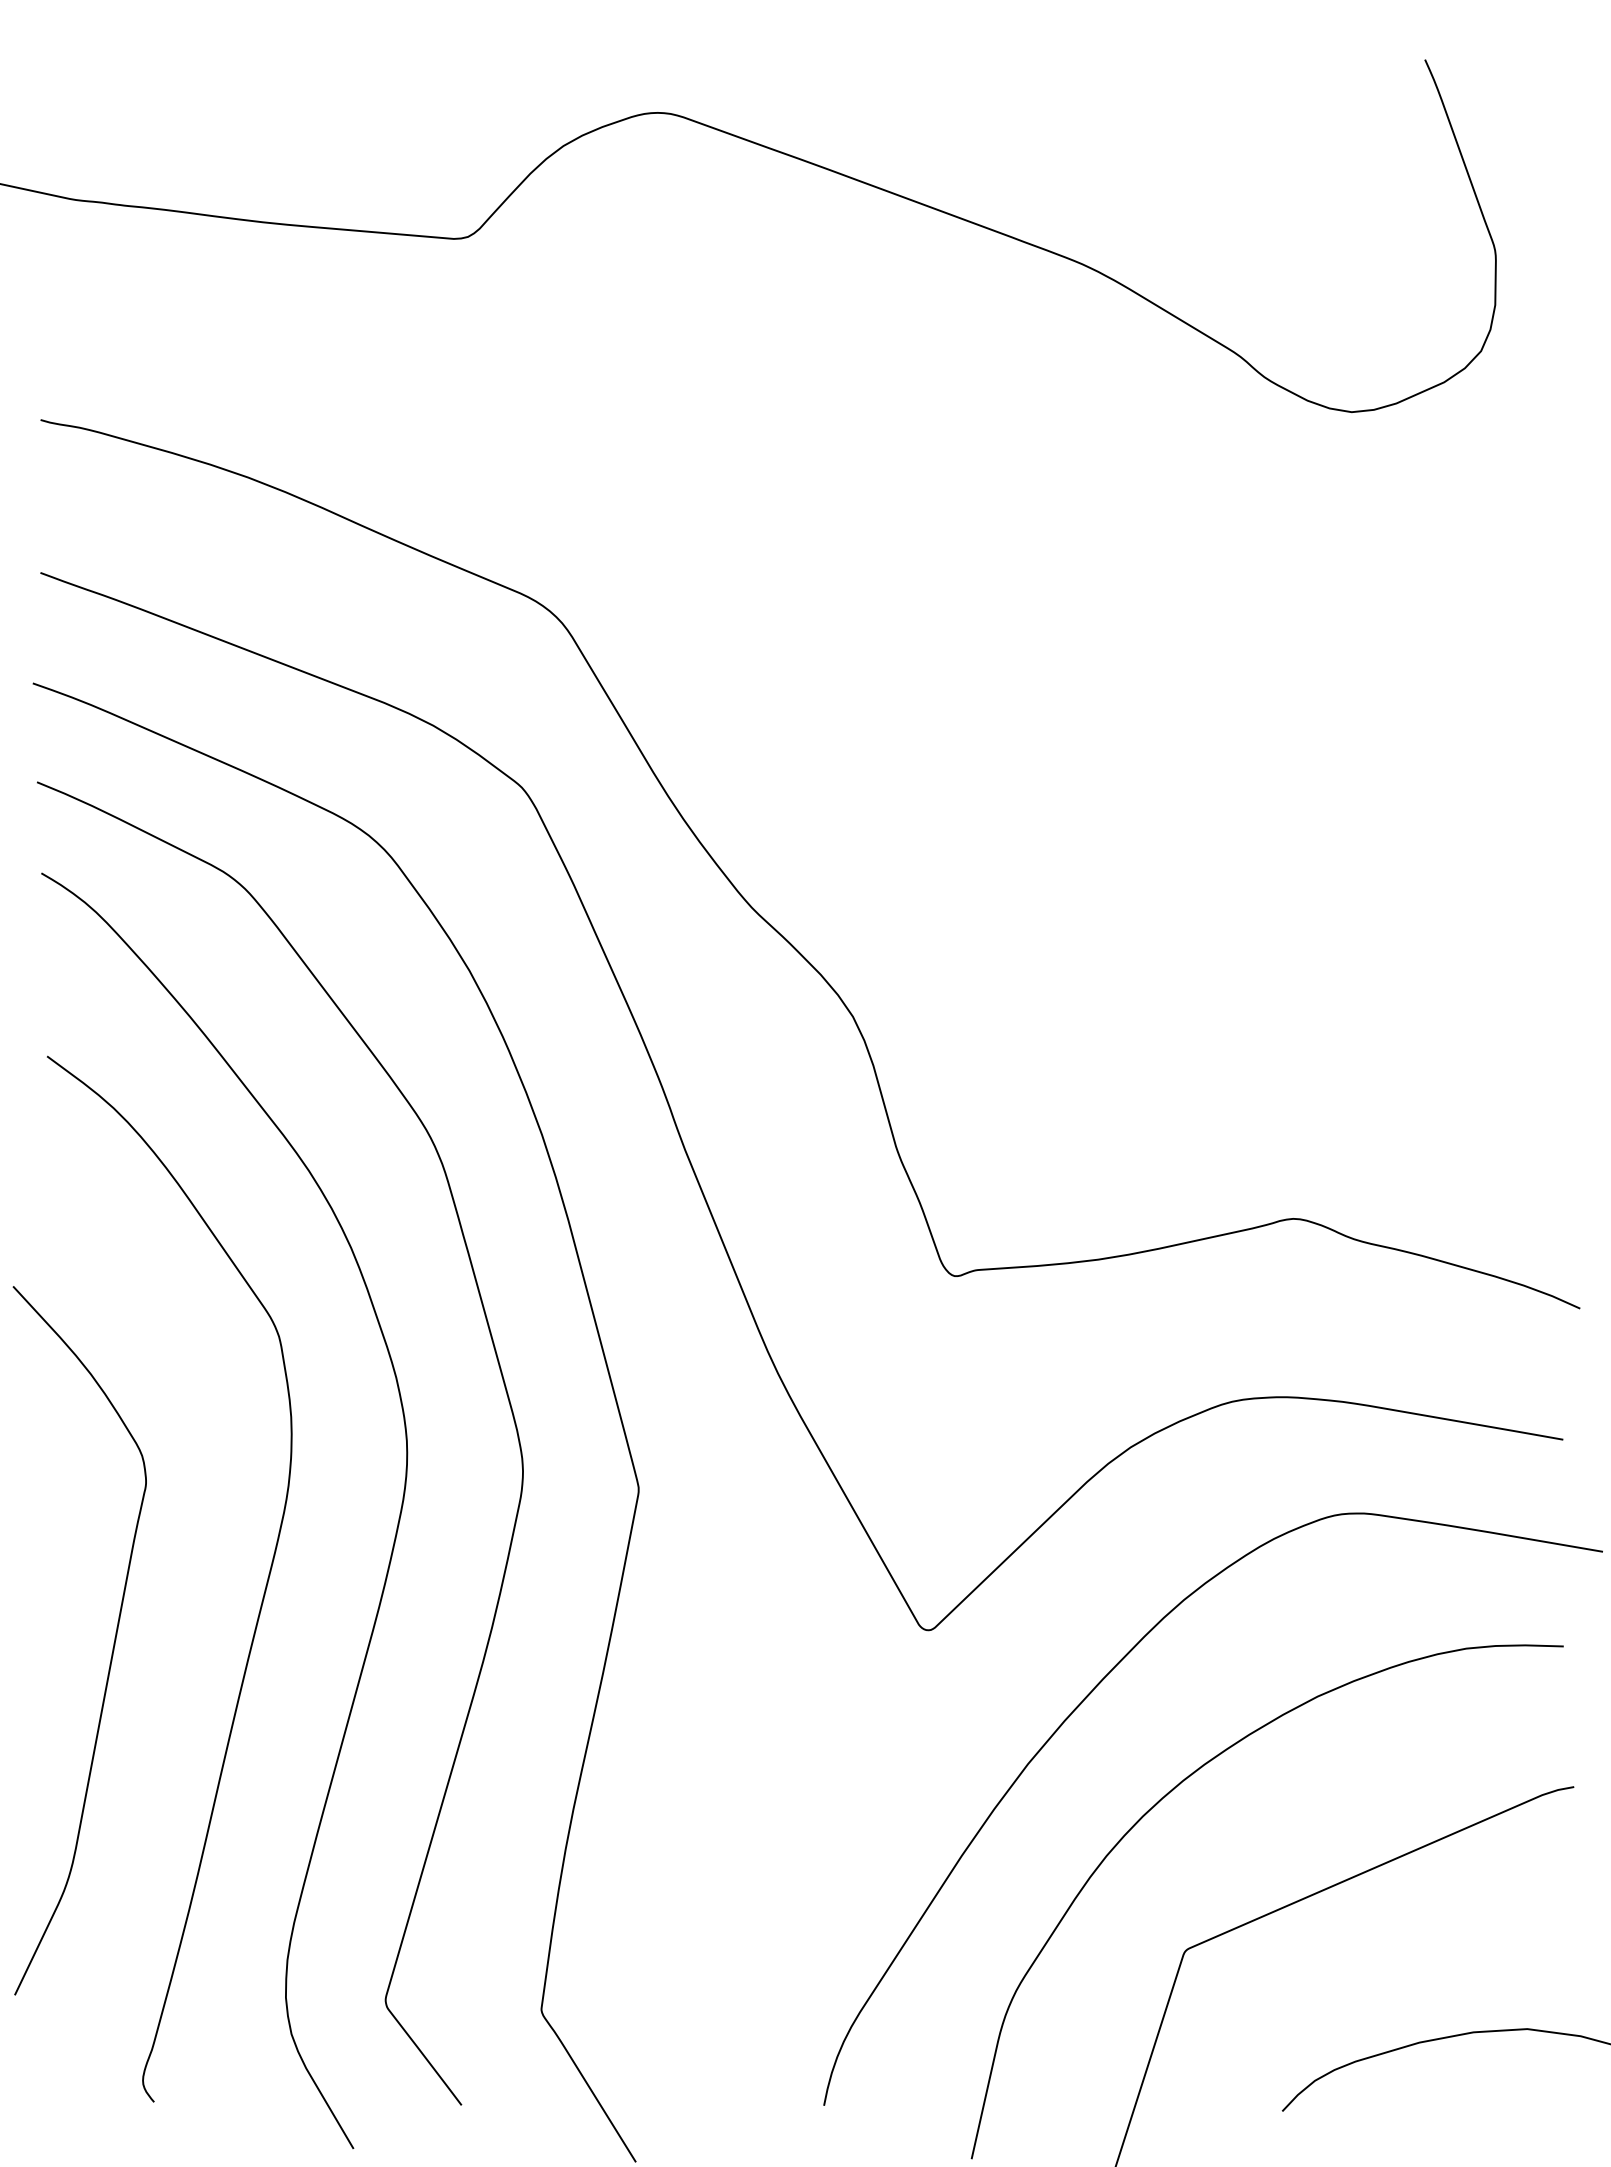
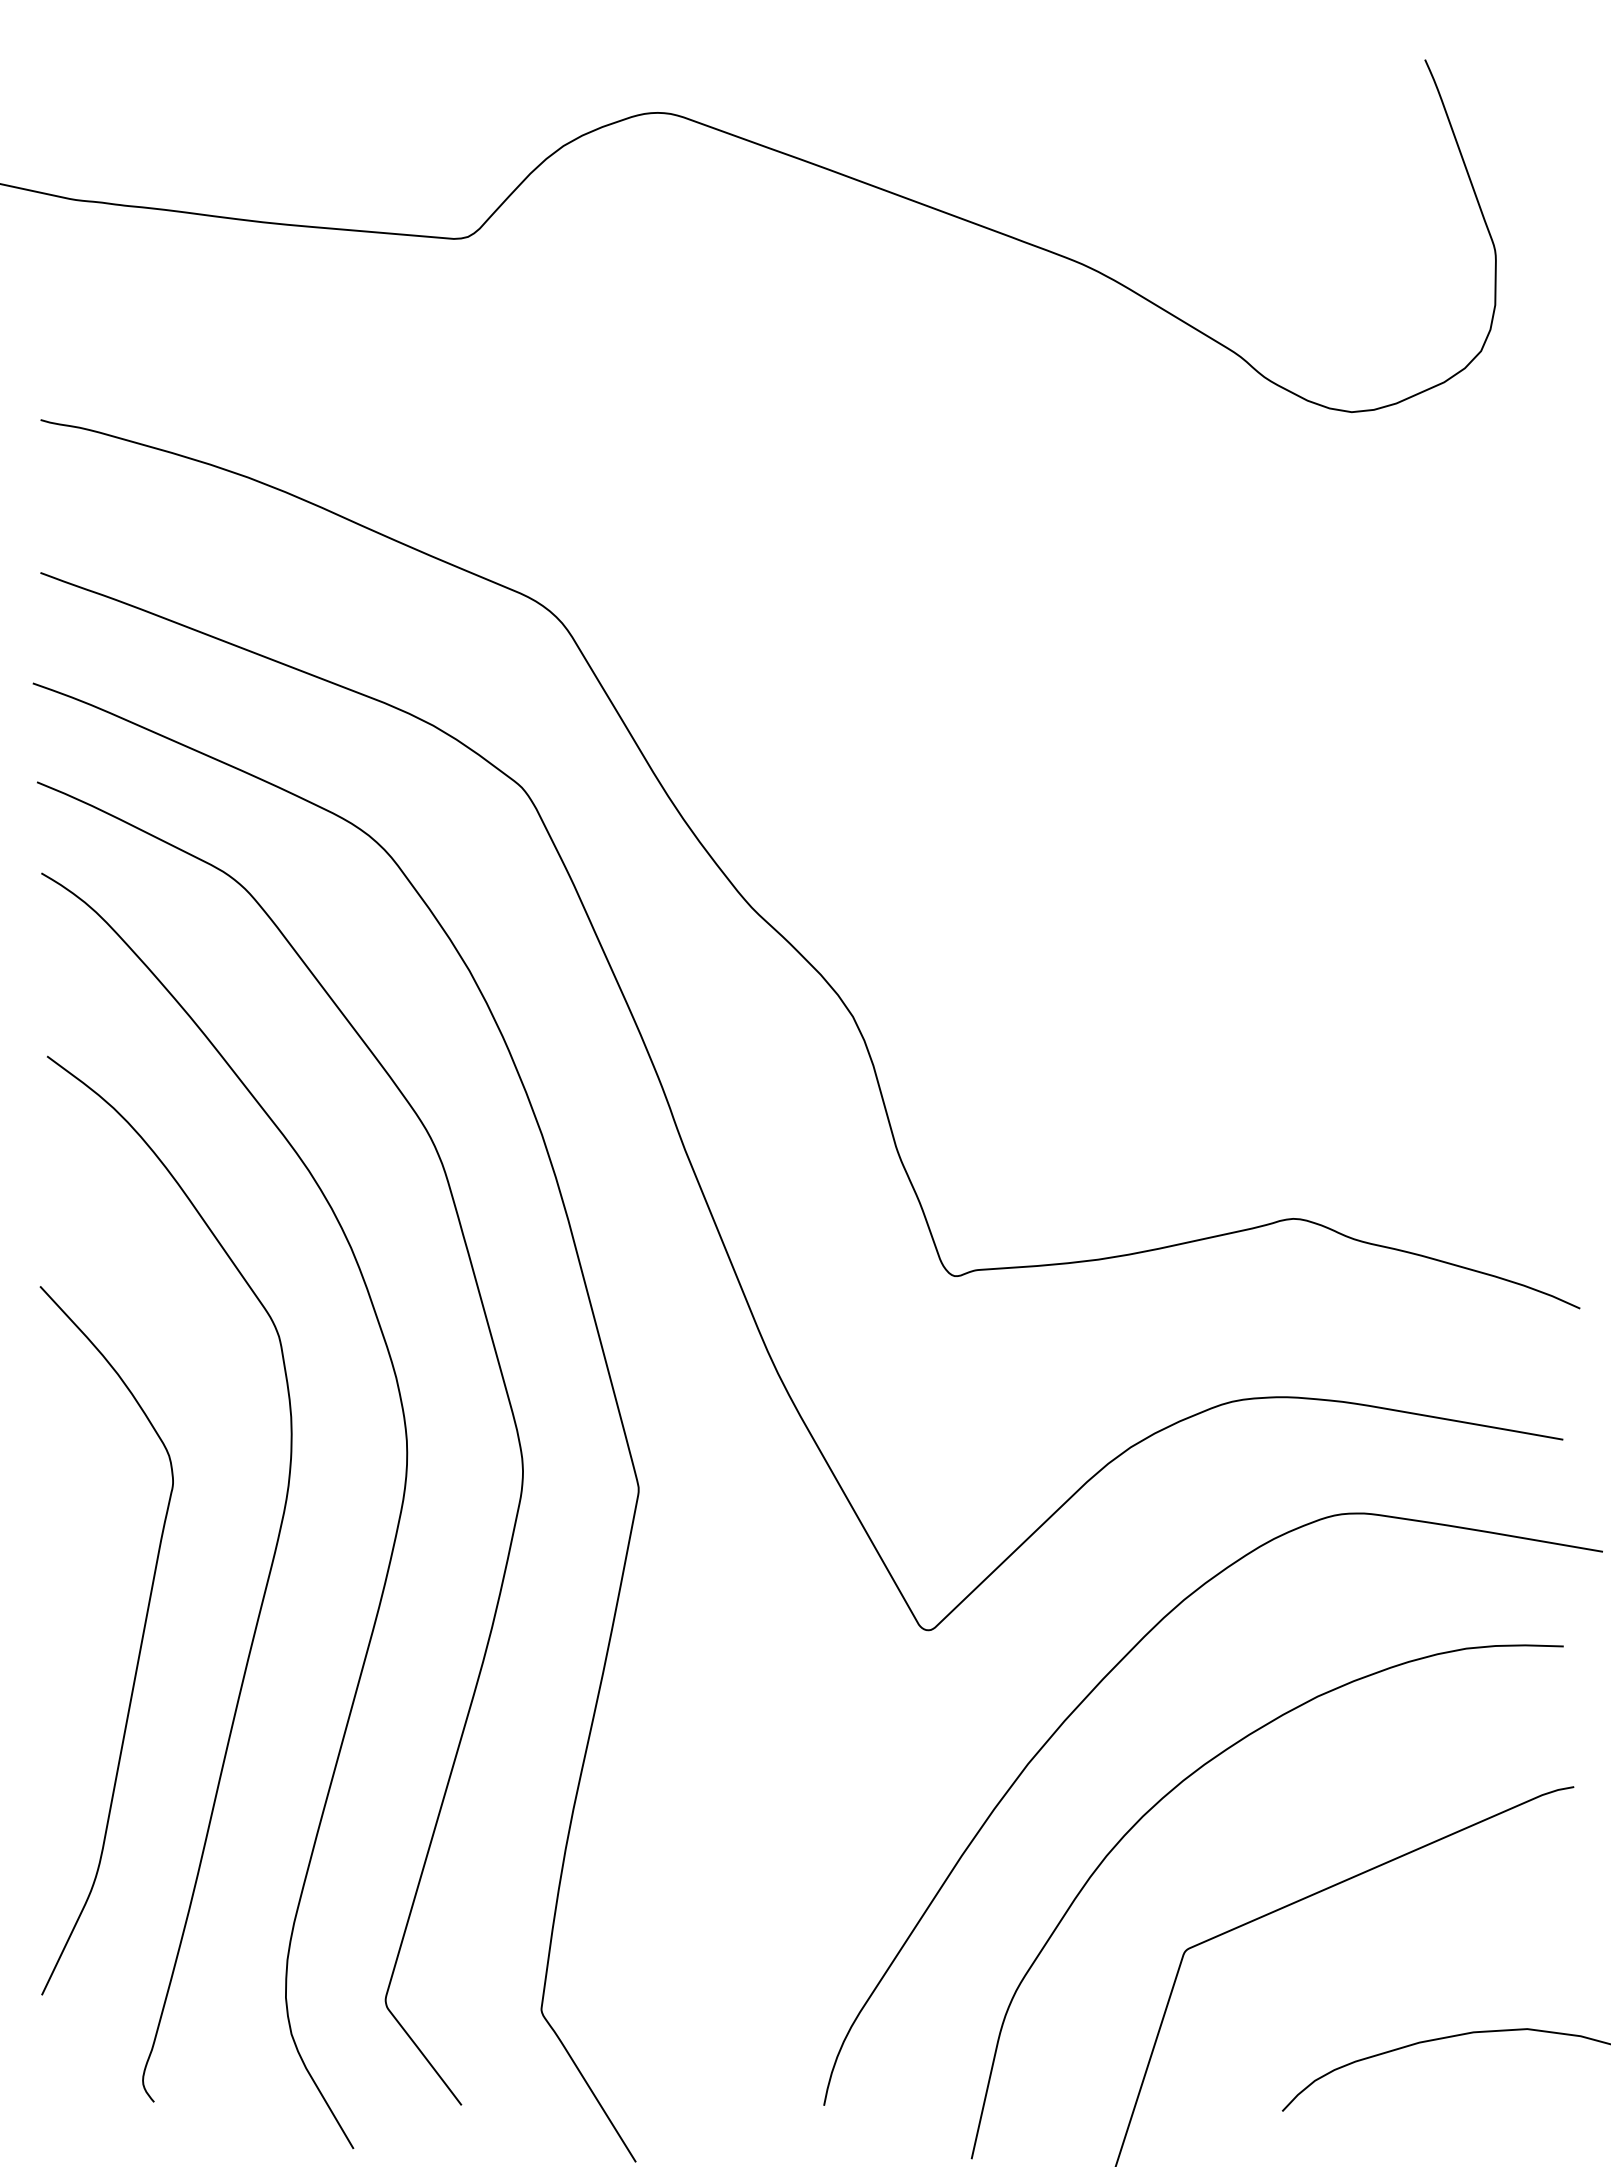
curve at (112, 1648) position: (112, 1648) -> (139, 1648)
